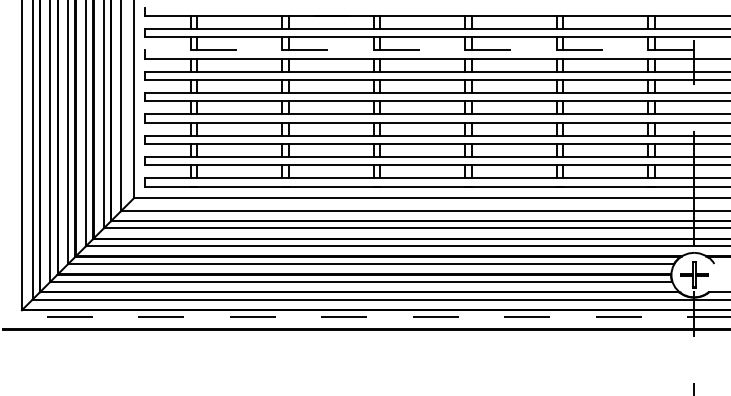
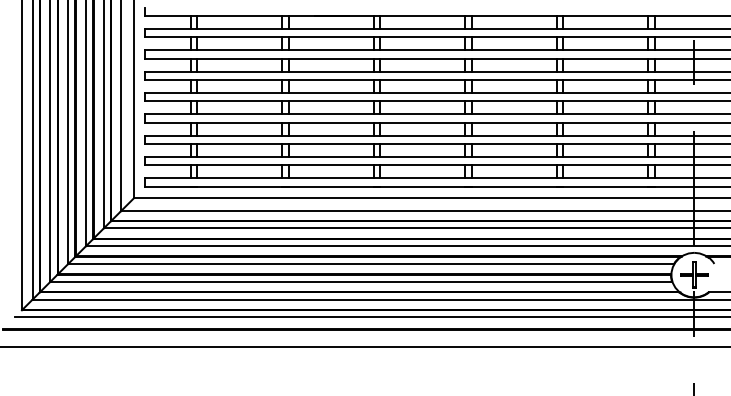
line at (437, 50): dashed -> solid
line at (372, 317): dashed -> solid
line at (364, 347): none -> present
